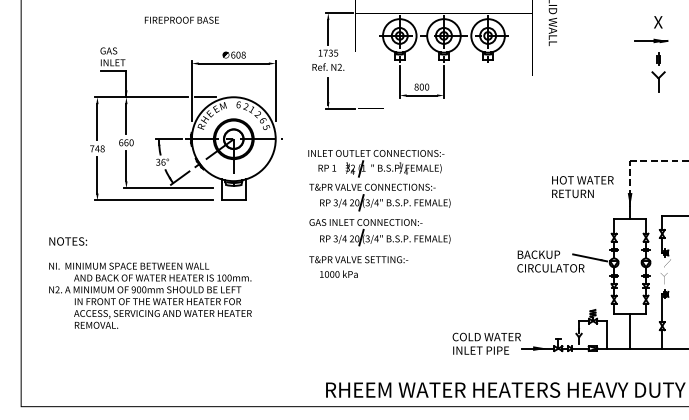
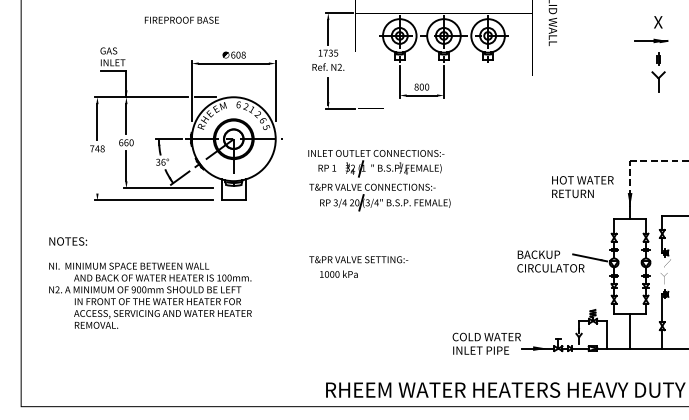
line at (97, 175): present -> none
part at (379, 232): present -> none
